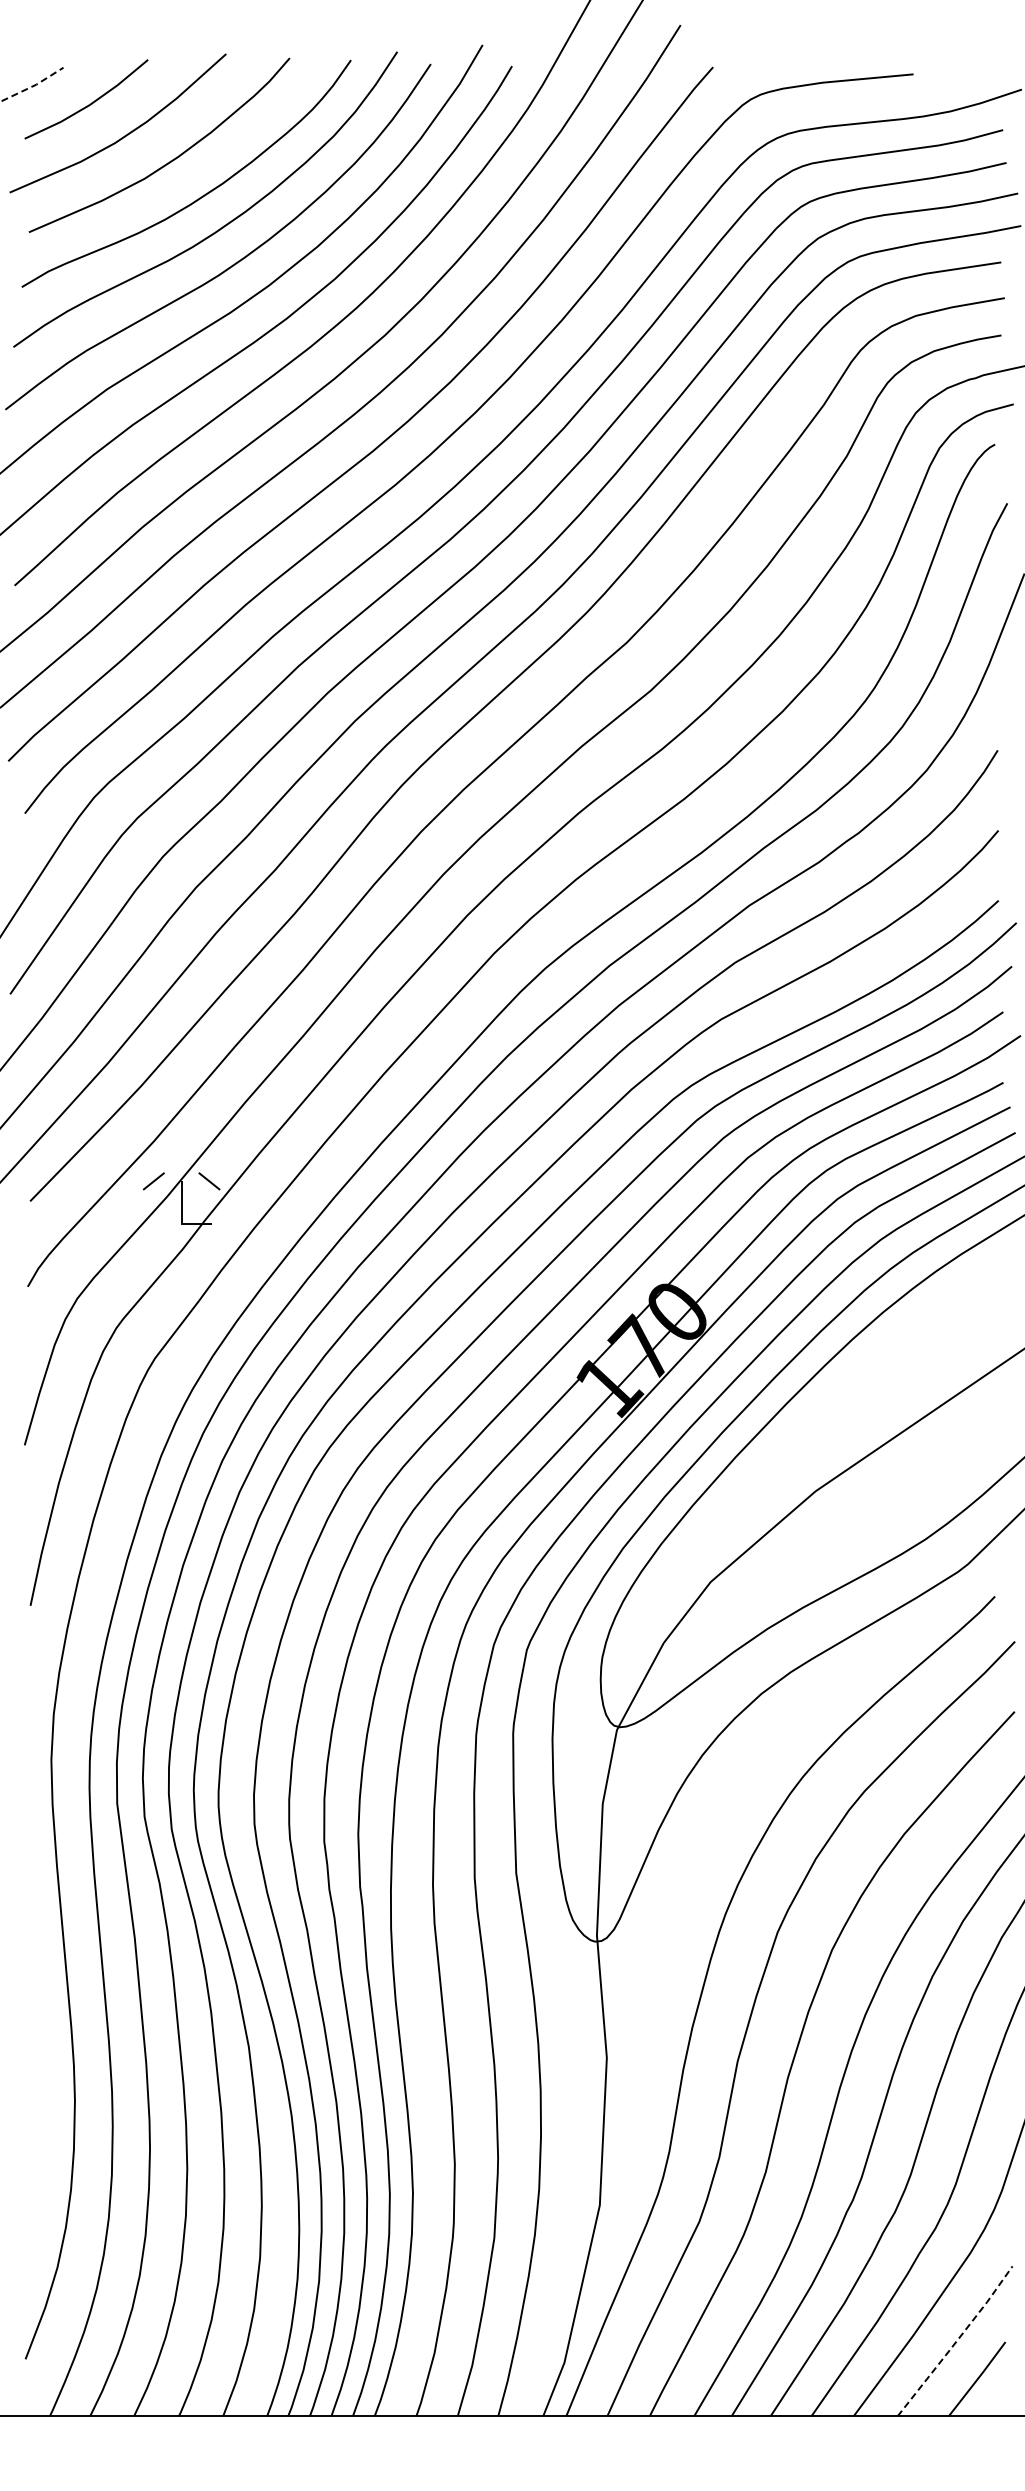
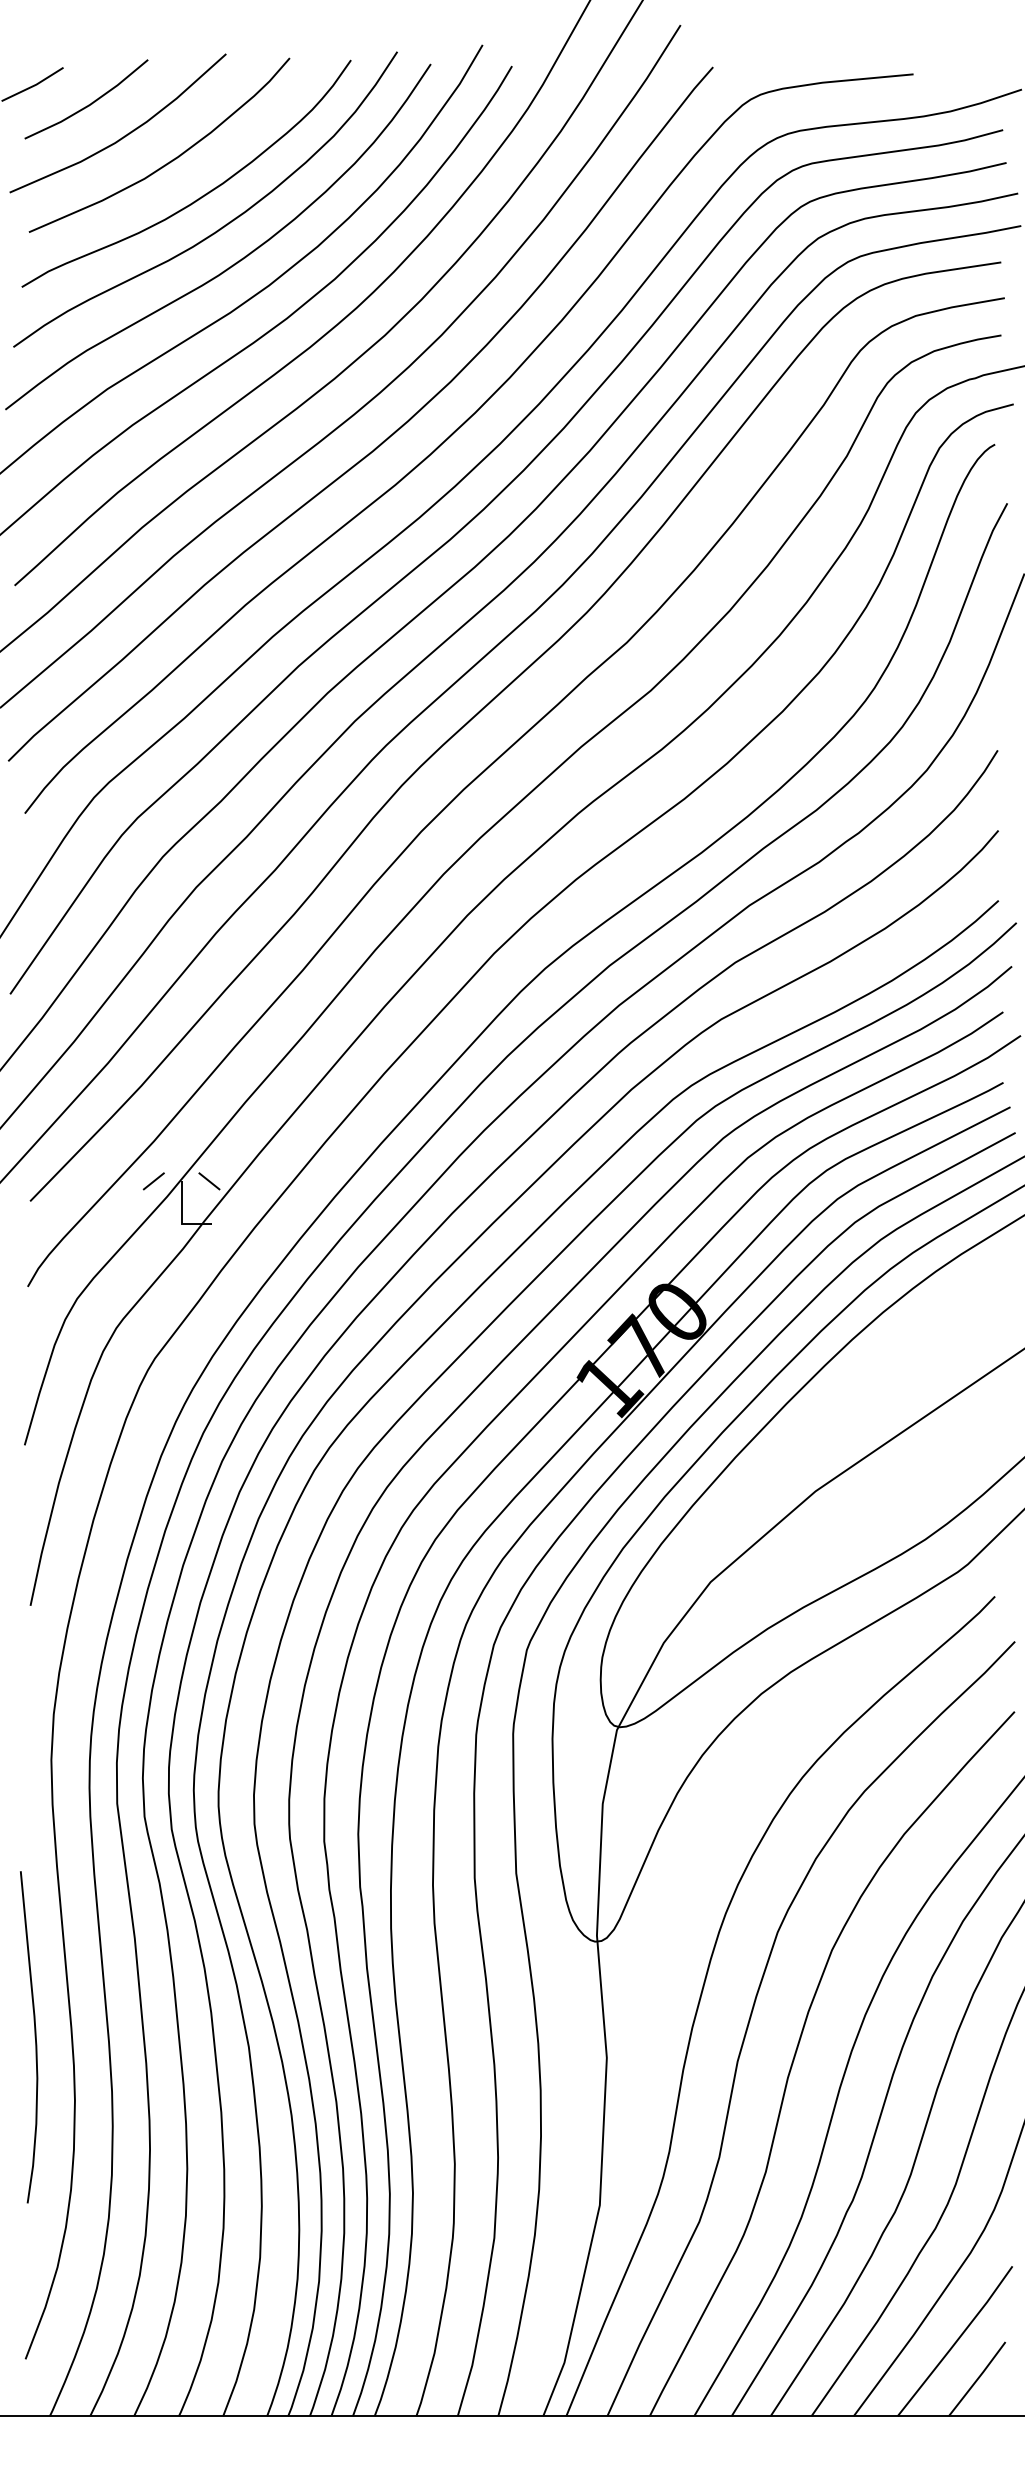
line at (33, 85): dashed -> solid
curve at (34, 2037): none -> present
line at (956, 2341): dashed -> solid
